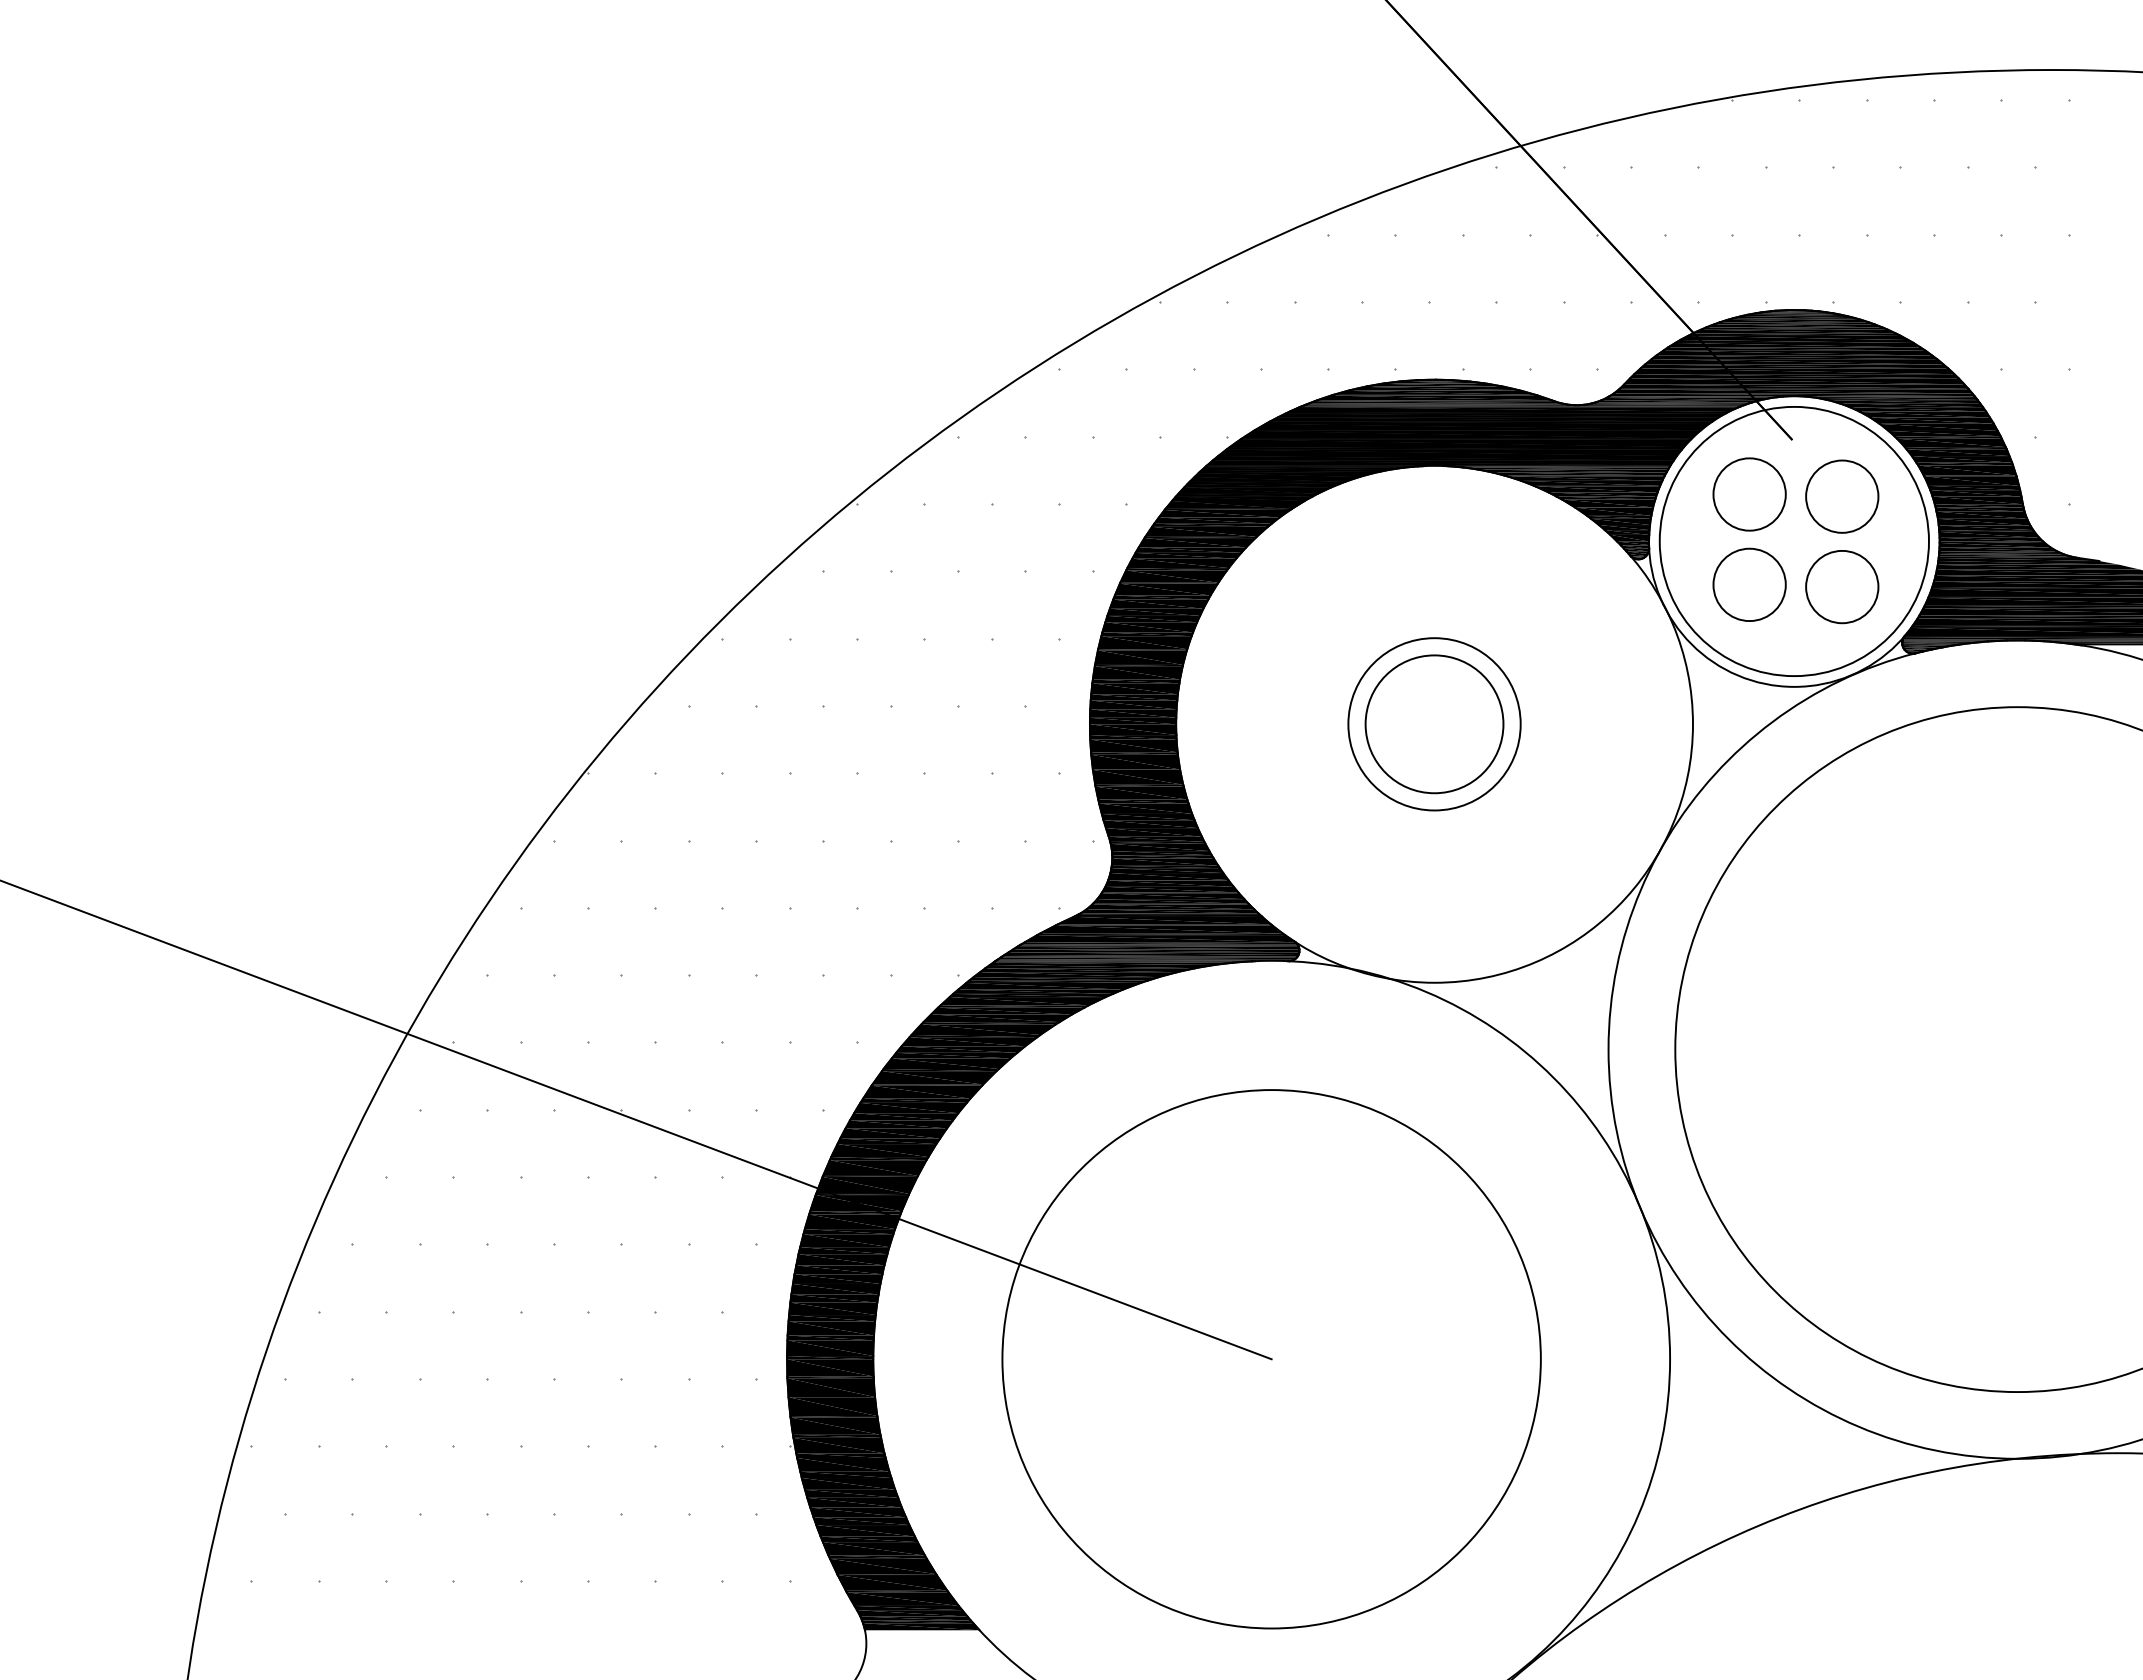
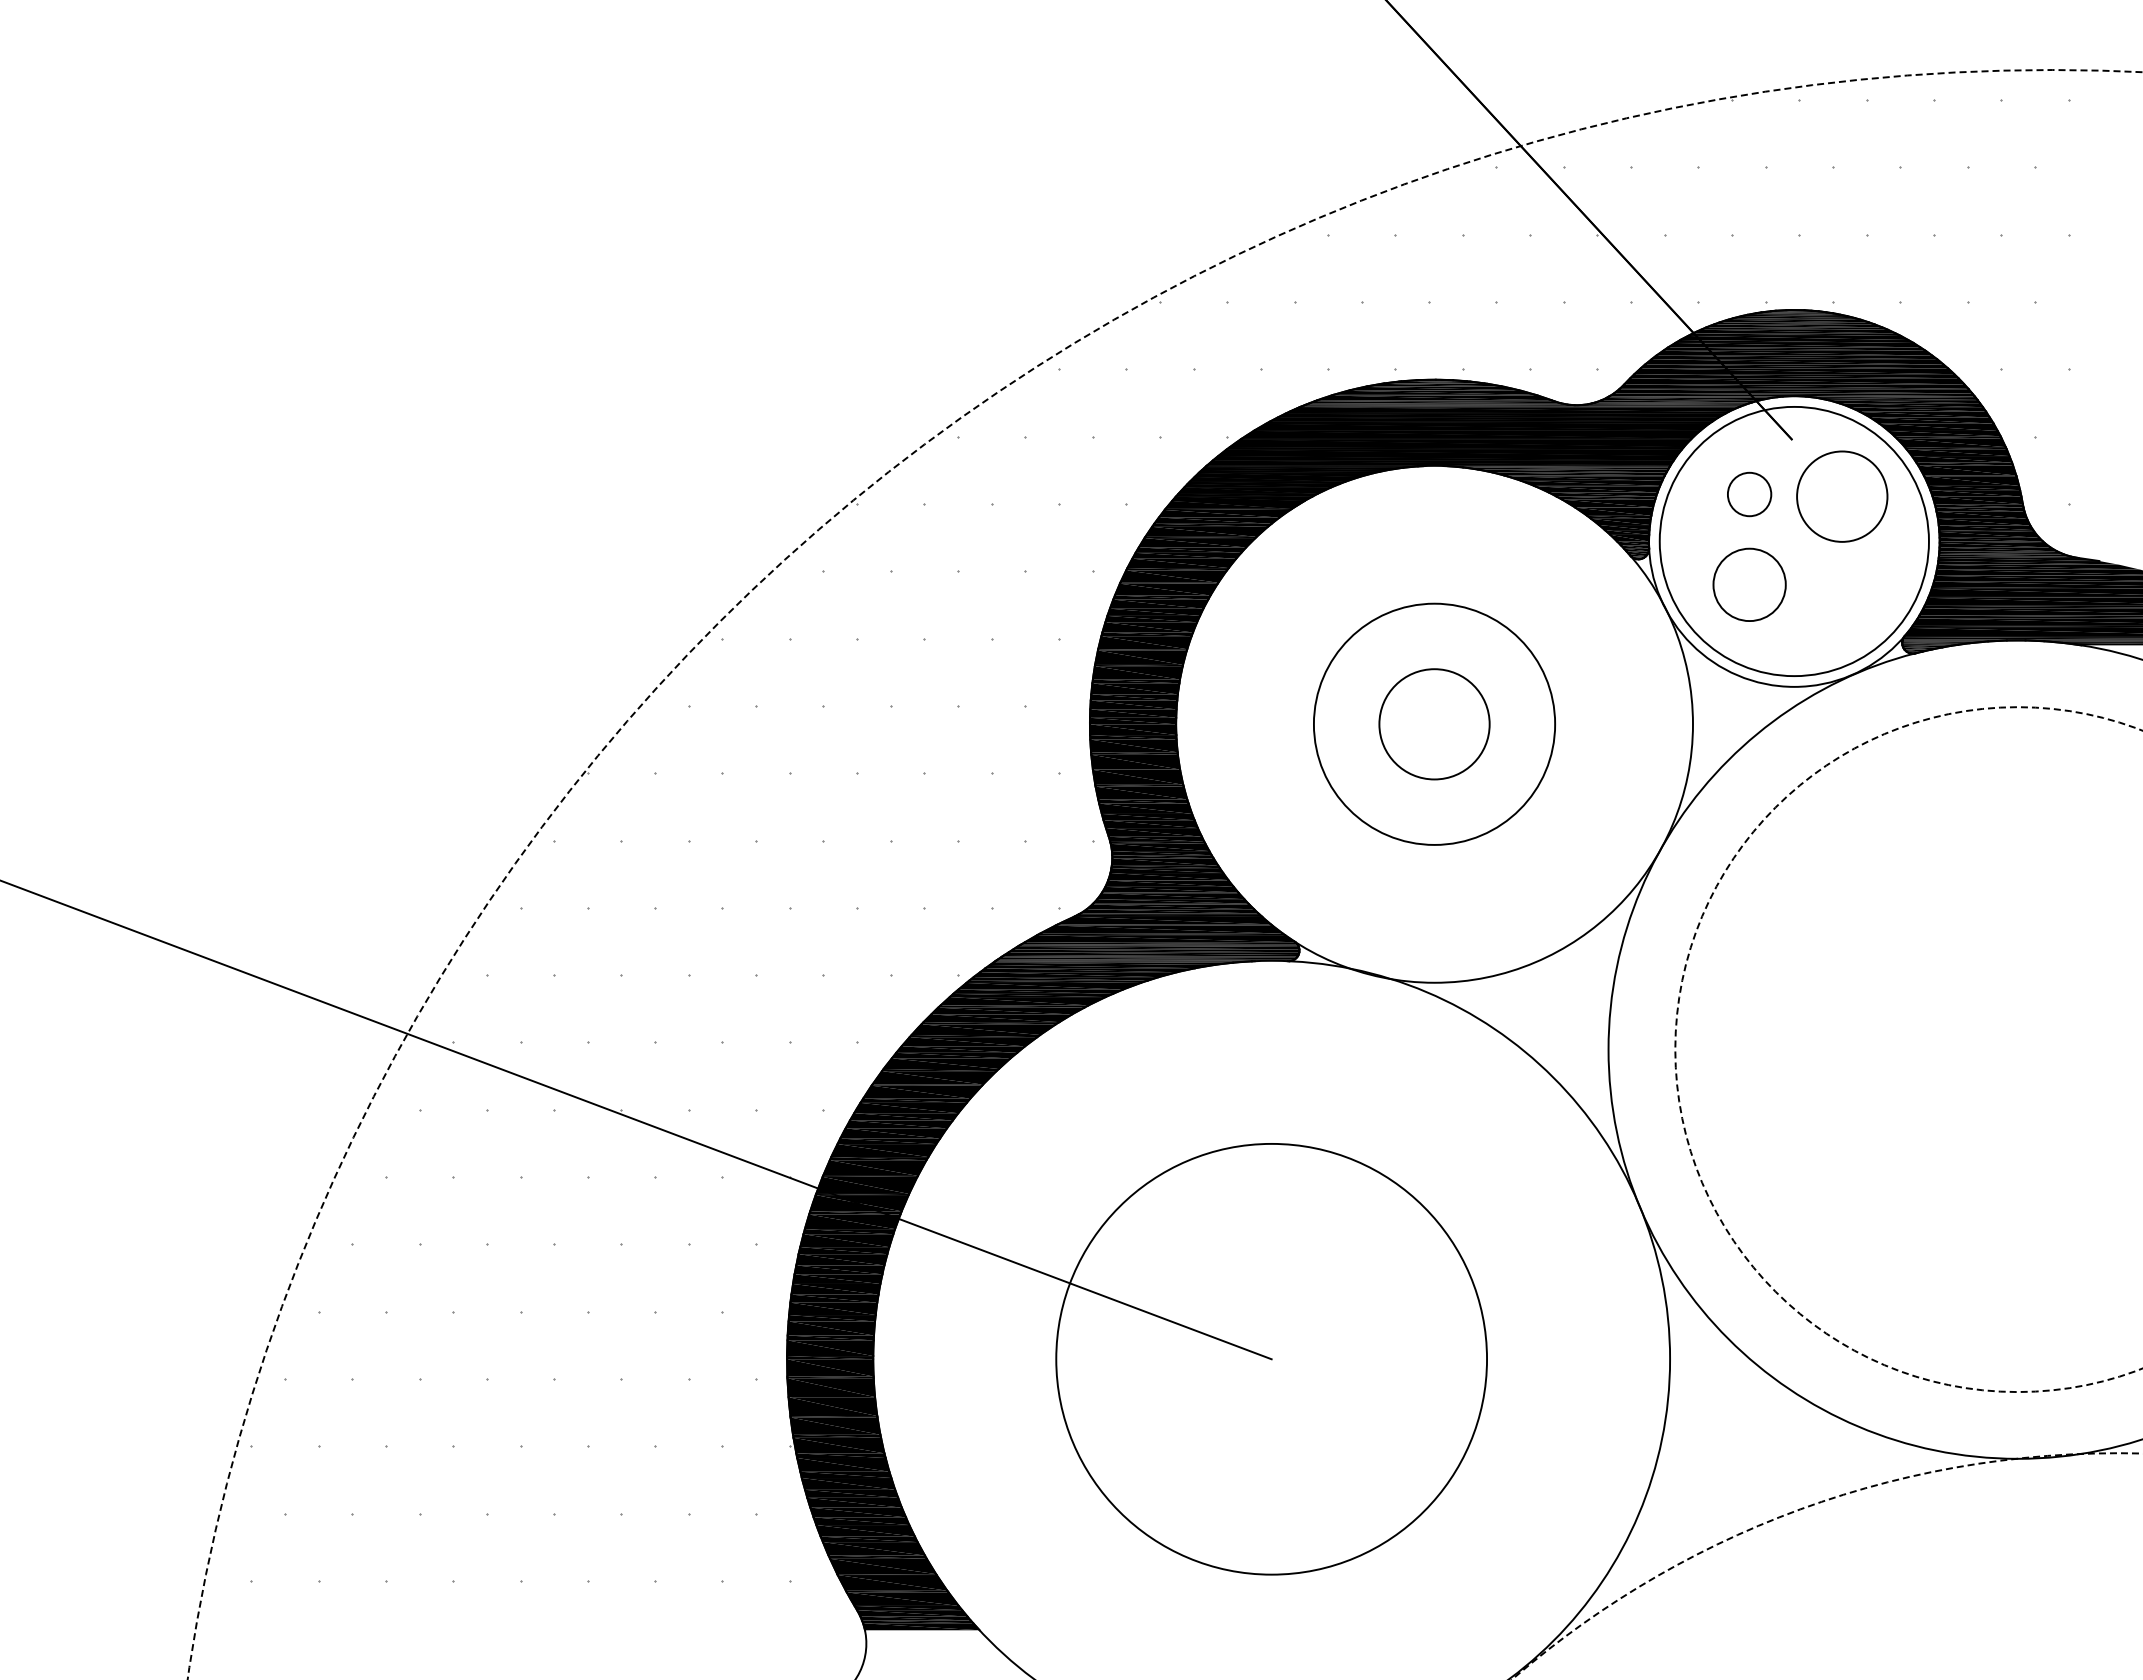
circle at (1749, 494) size: 75x75 px -> 46x47 px
circle at (1842, 496) diameter: 72 px -> 90 px
circle at (1842, 587): present -> none
circle at (1434, 724) diameter: 138 px -> 110 px
circle at (1434, 724) diameter: 172 px -> 241 px
circle at (1164, 874): solid -> dashed
circle at (1908, 1049): solid -> dashed
circle at (1271, 1359) diameter: 538 px -> 431 px
circle at (1826, 1566): solid -> dashed
